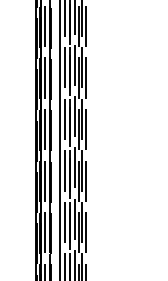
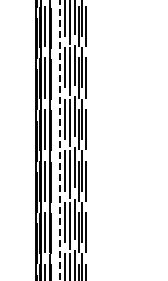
line at (59, 140): solid -> dashed
